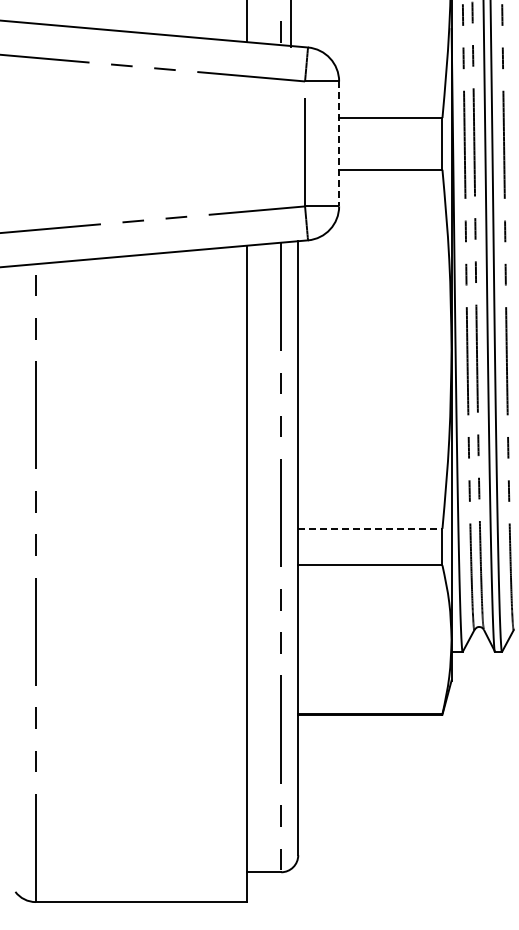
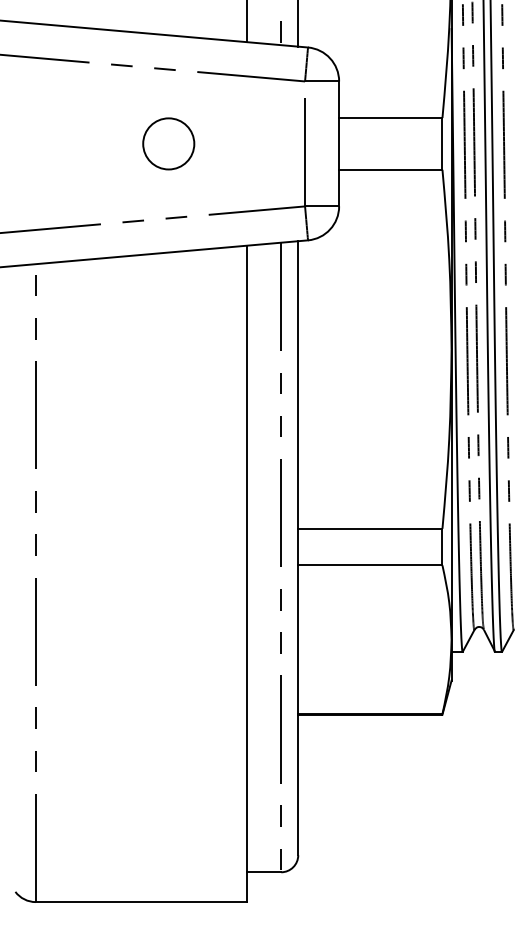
line at (291, 24) position: (291, 24) -> (298, 24)
circle at (168, 143): none -> present
line at (339, 144): dashed -> solid
line at (370, 528): dashed -> solid
